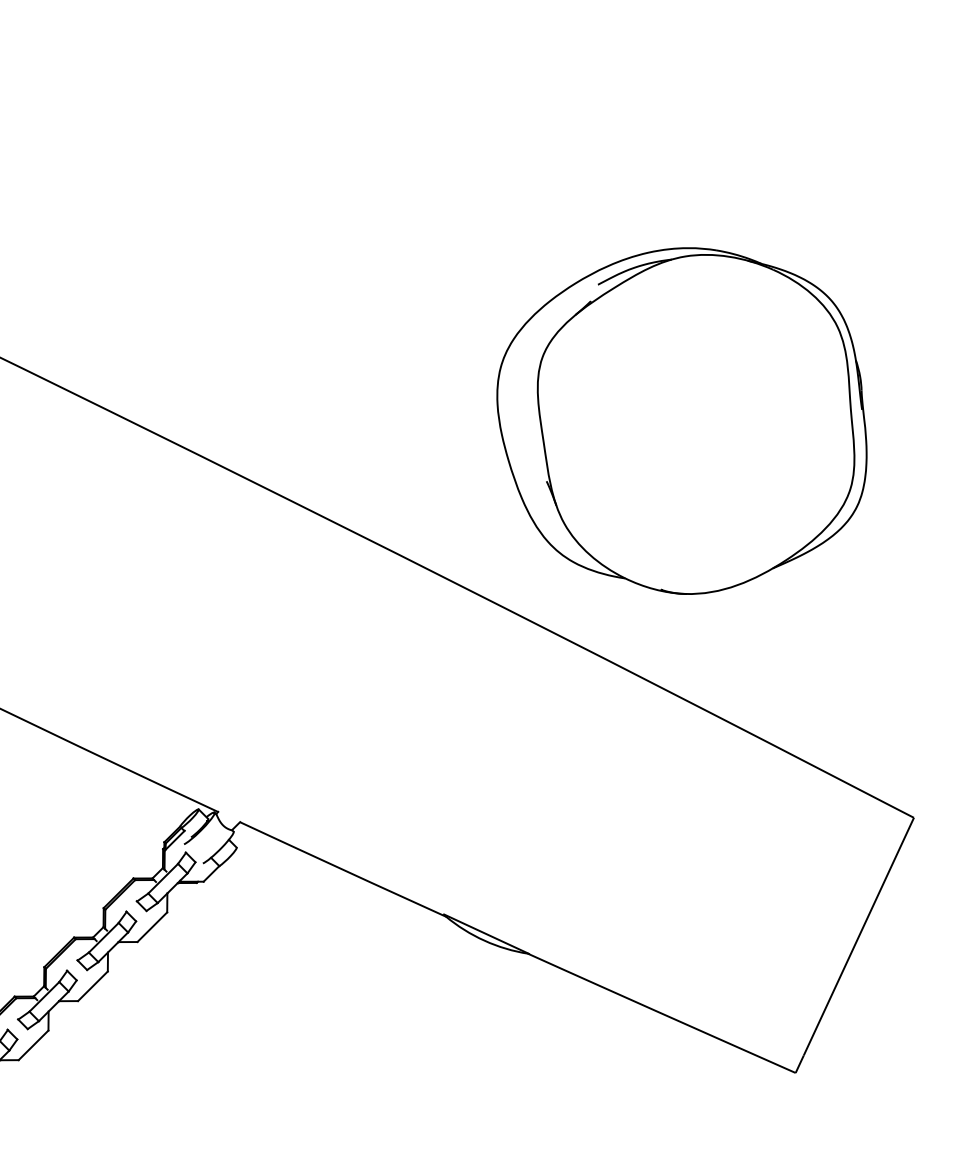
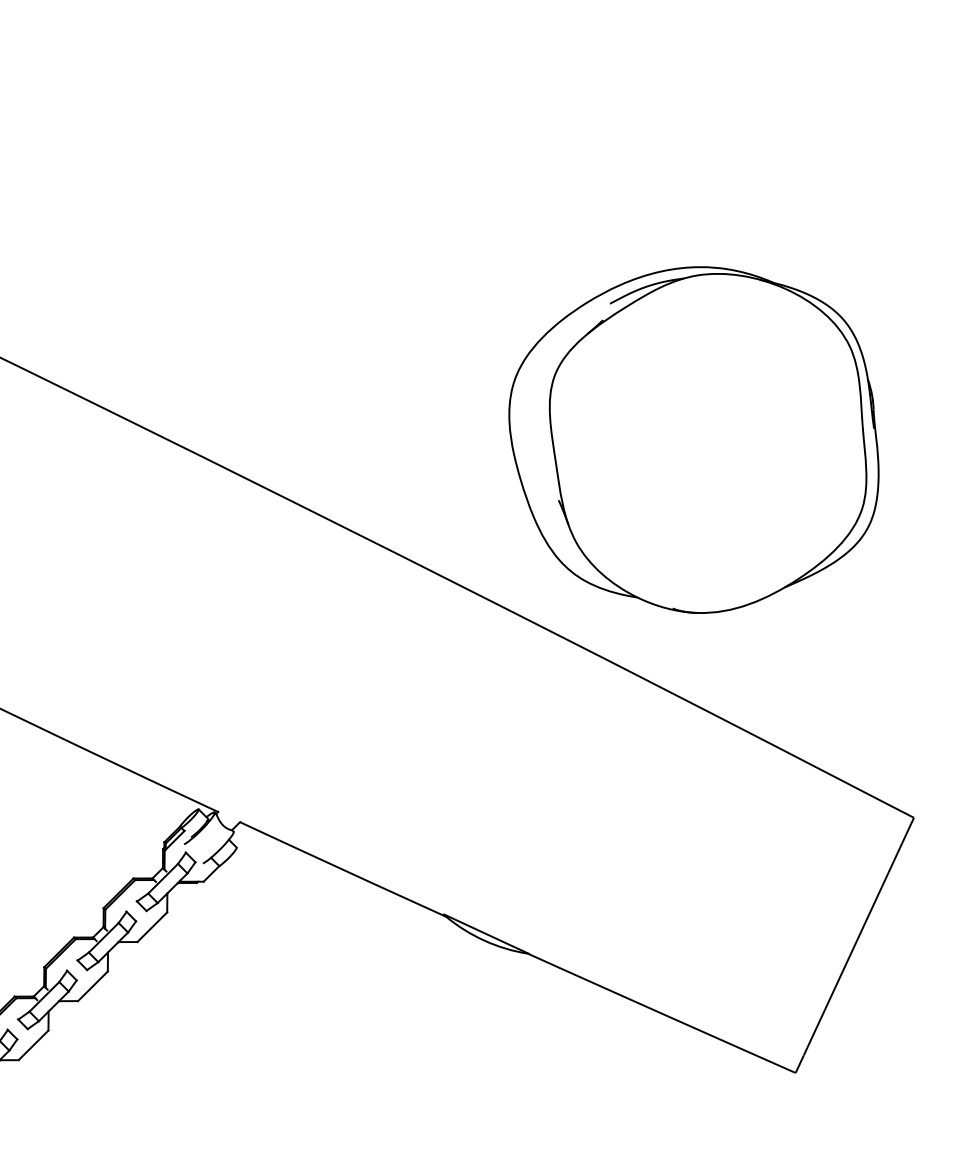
part at (681, 420) position: (681, 420) -> (693, 439)
